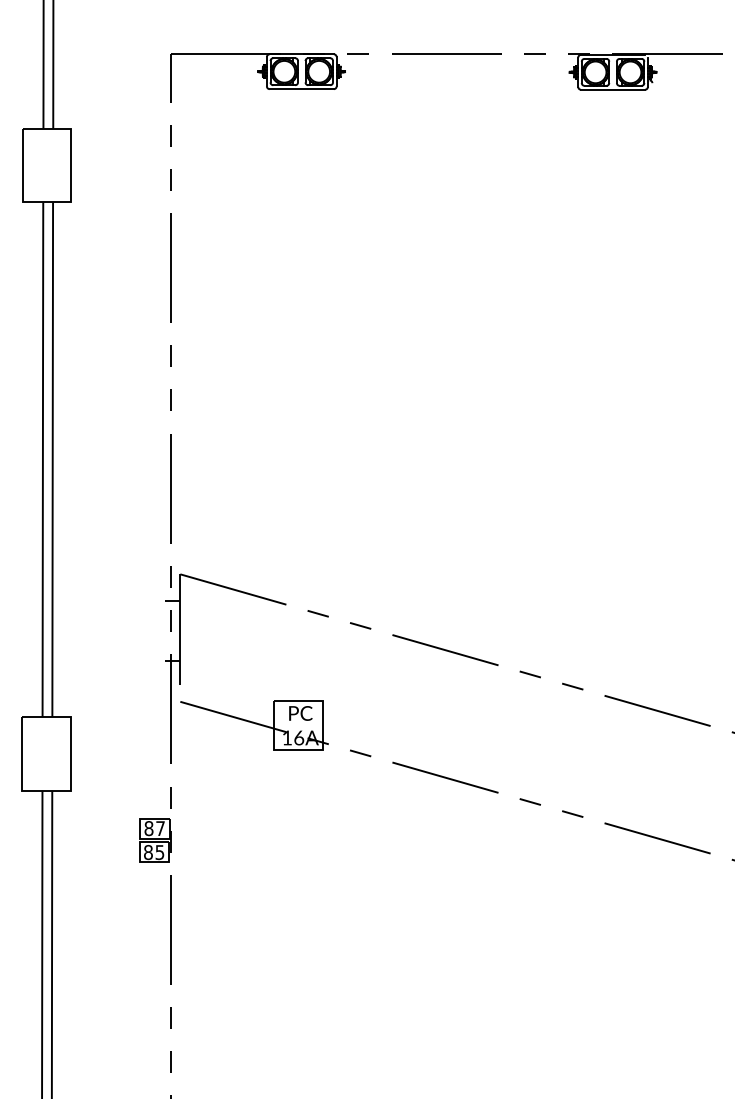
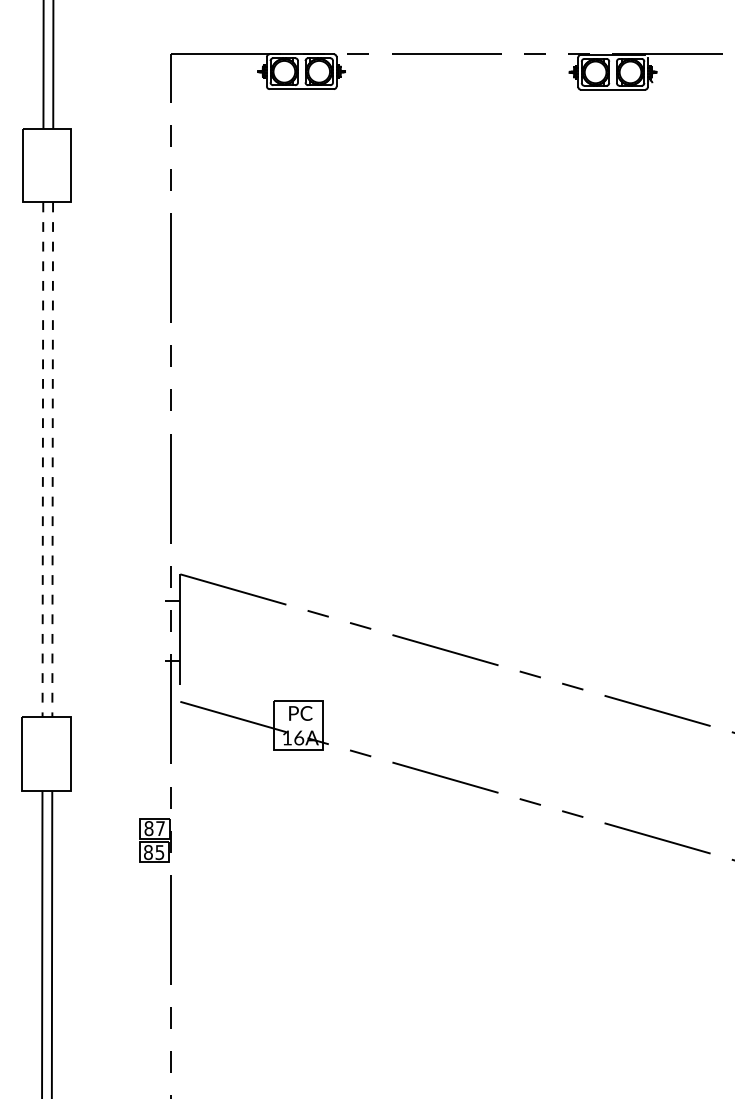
line at (42, 460): solid -> dashed
line at (52, 460): solid -> dashed
